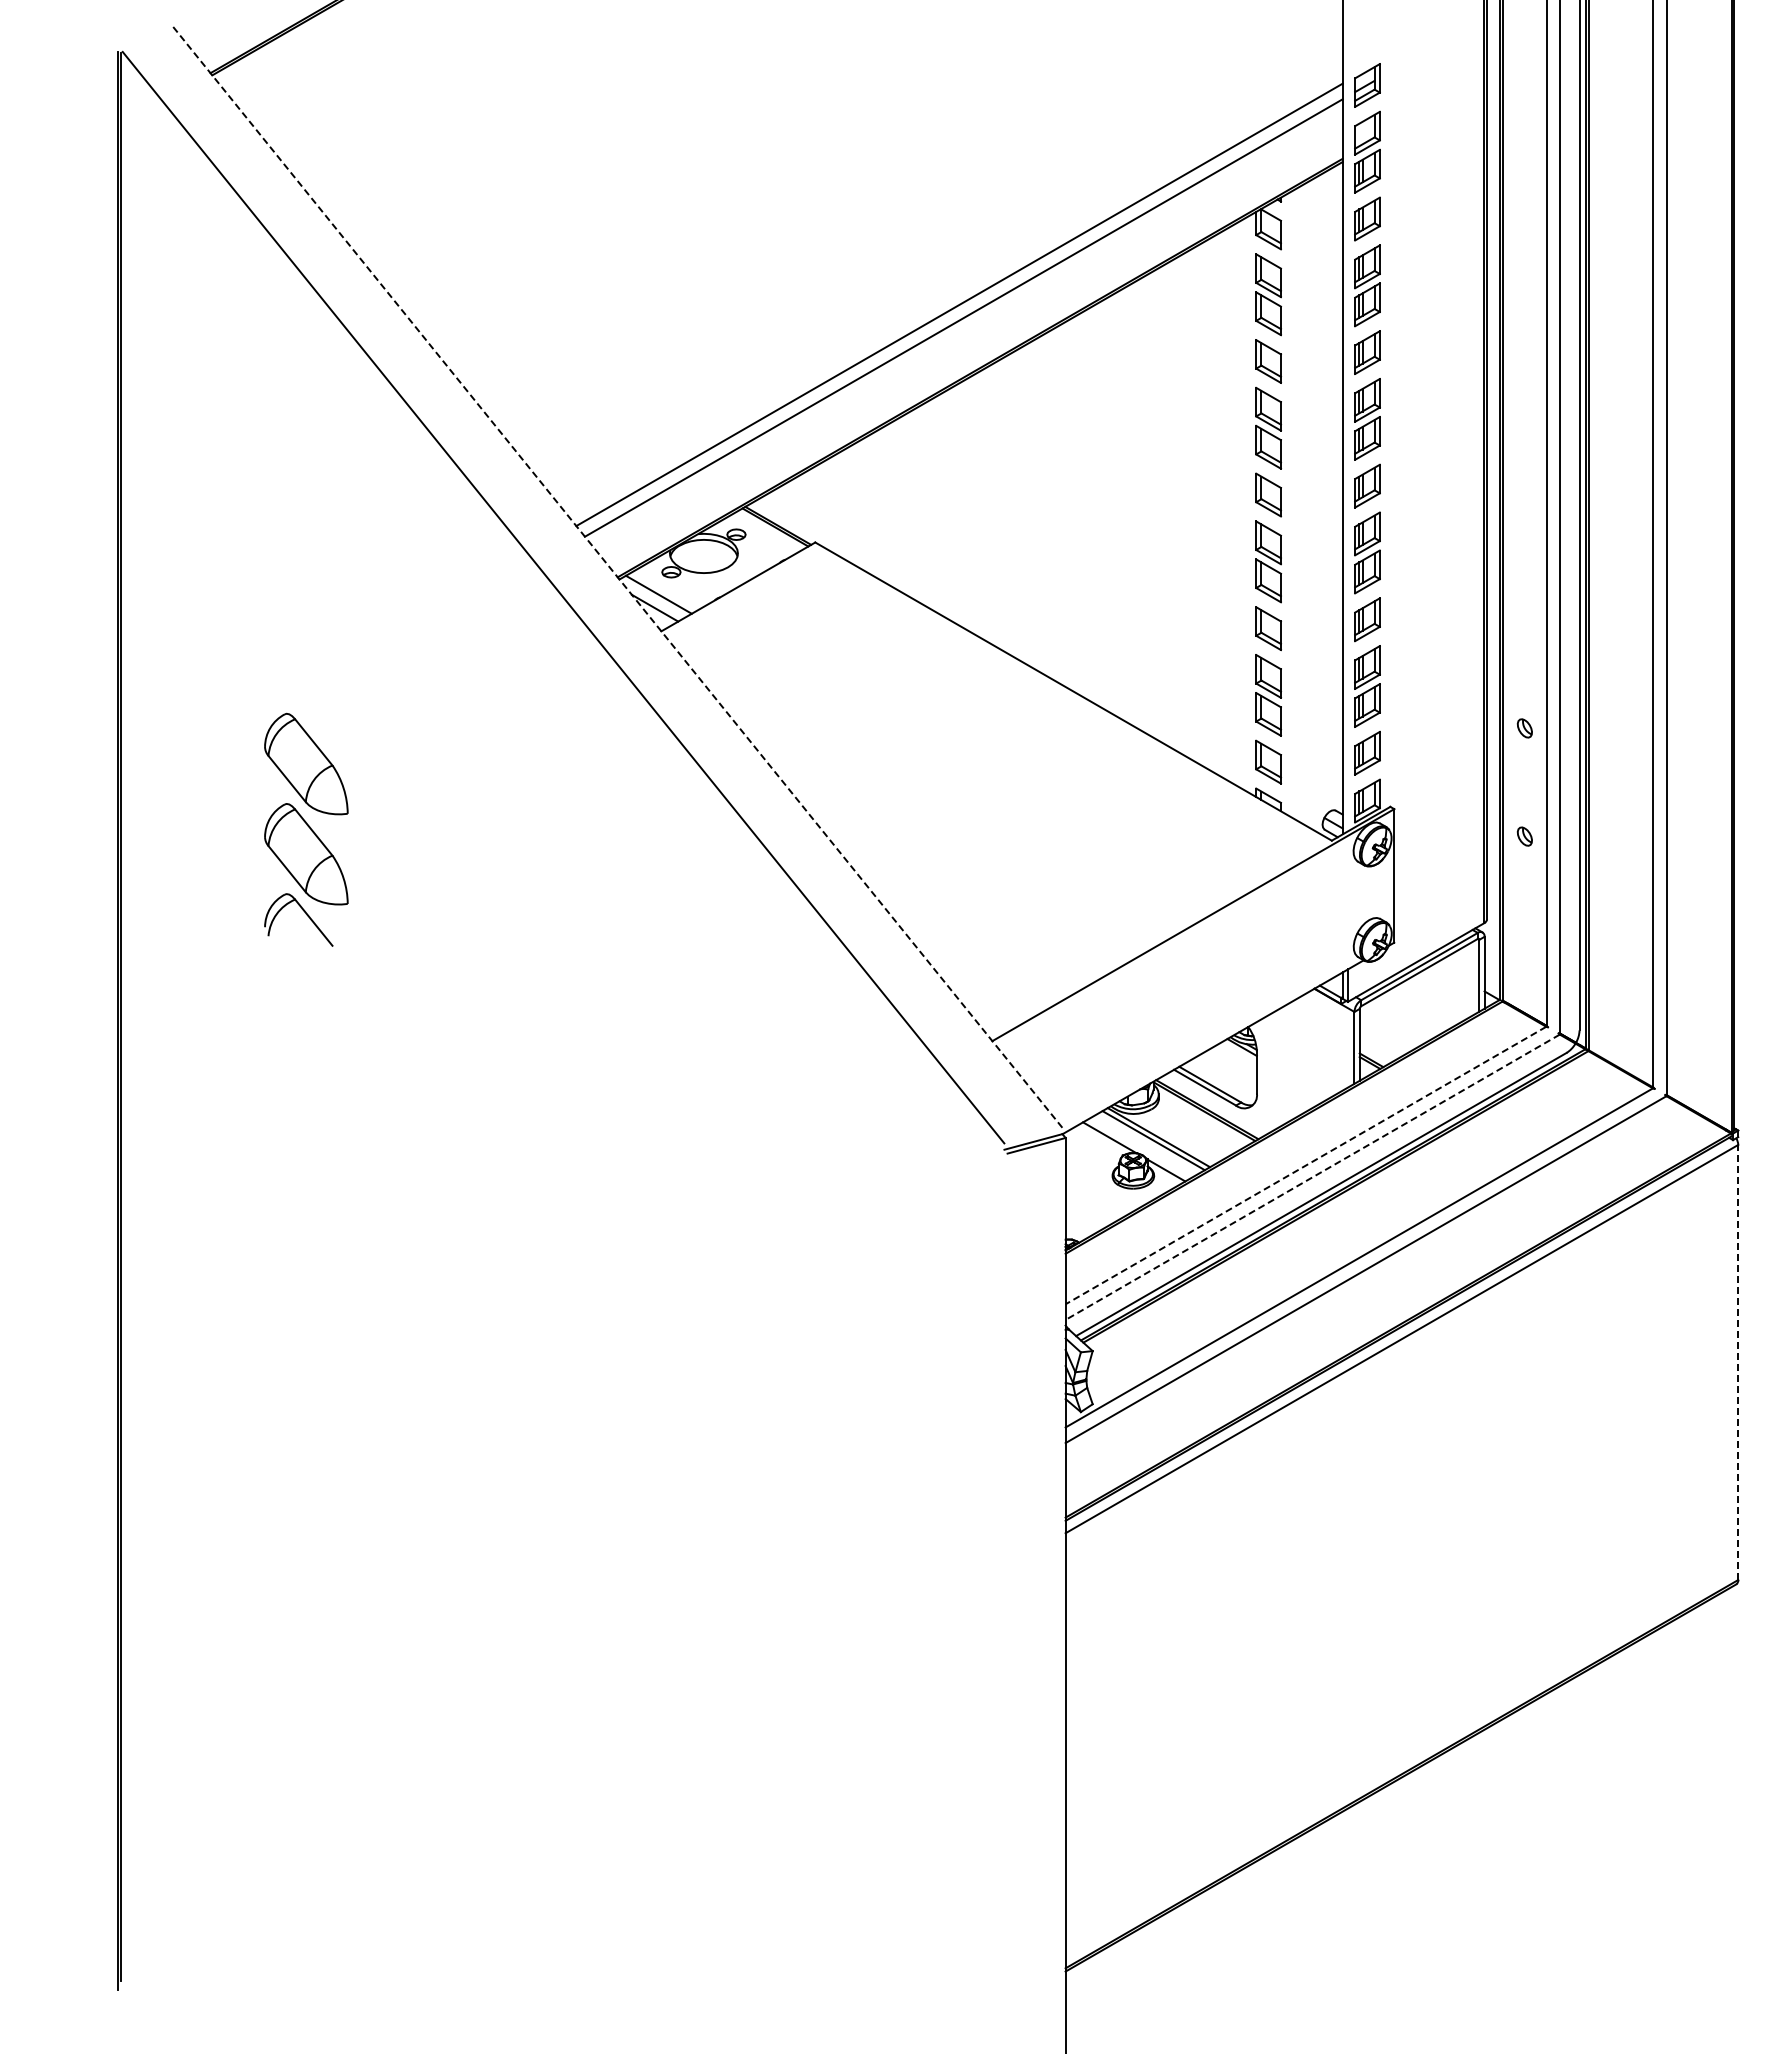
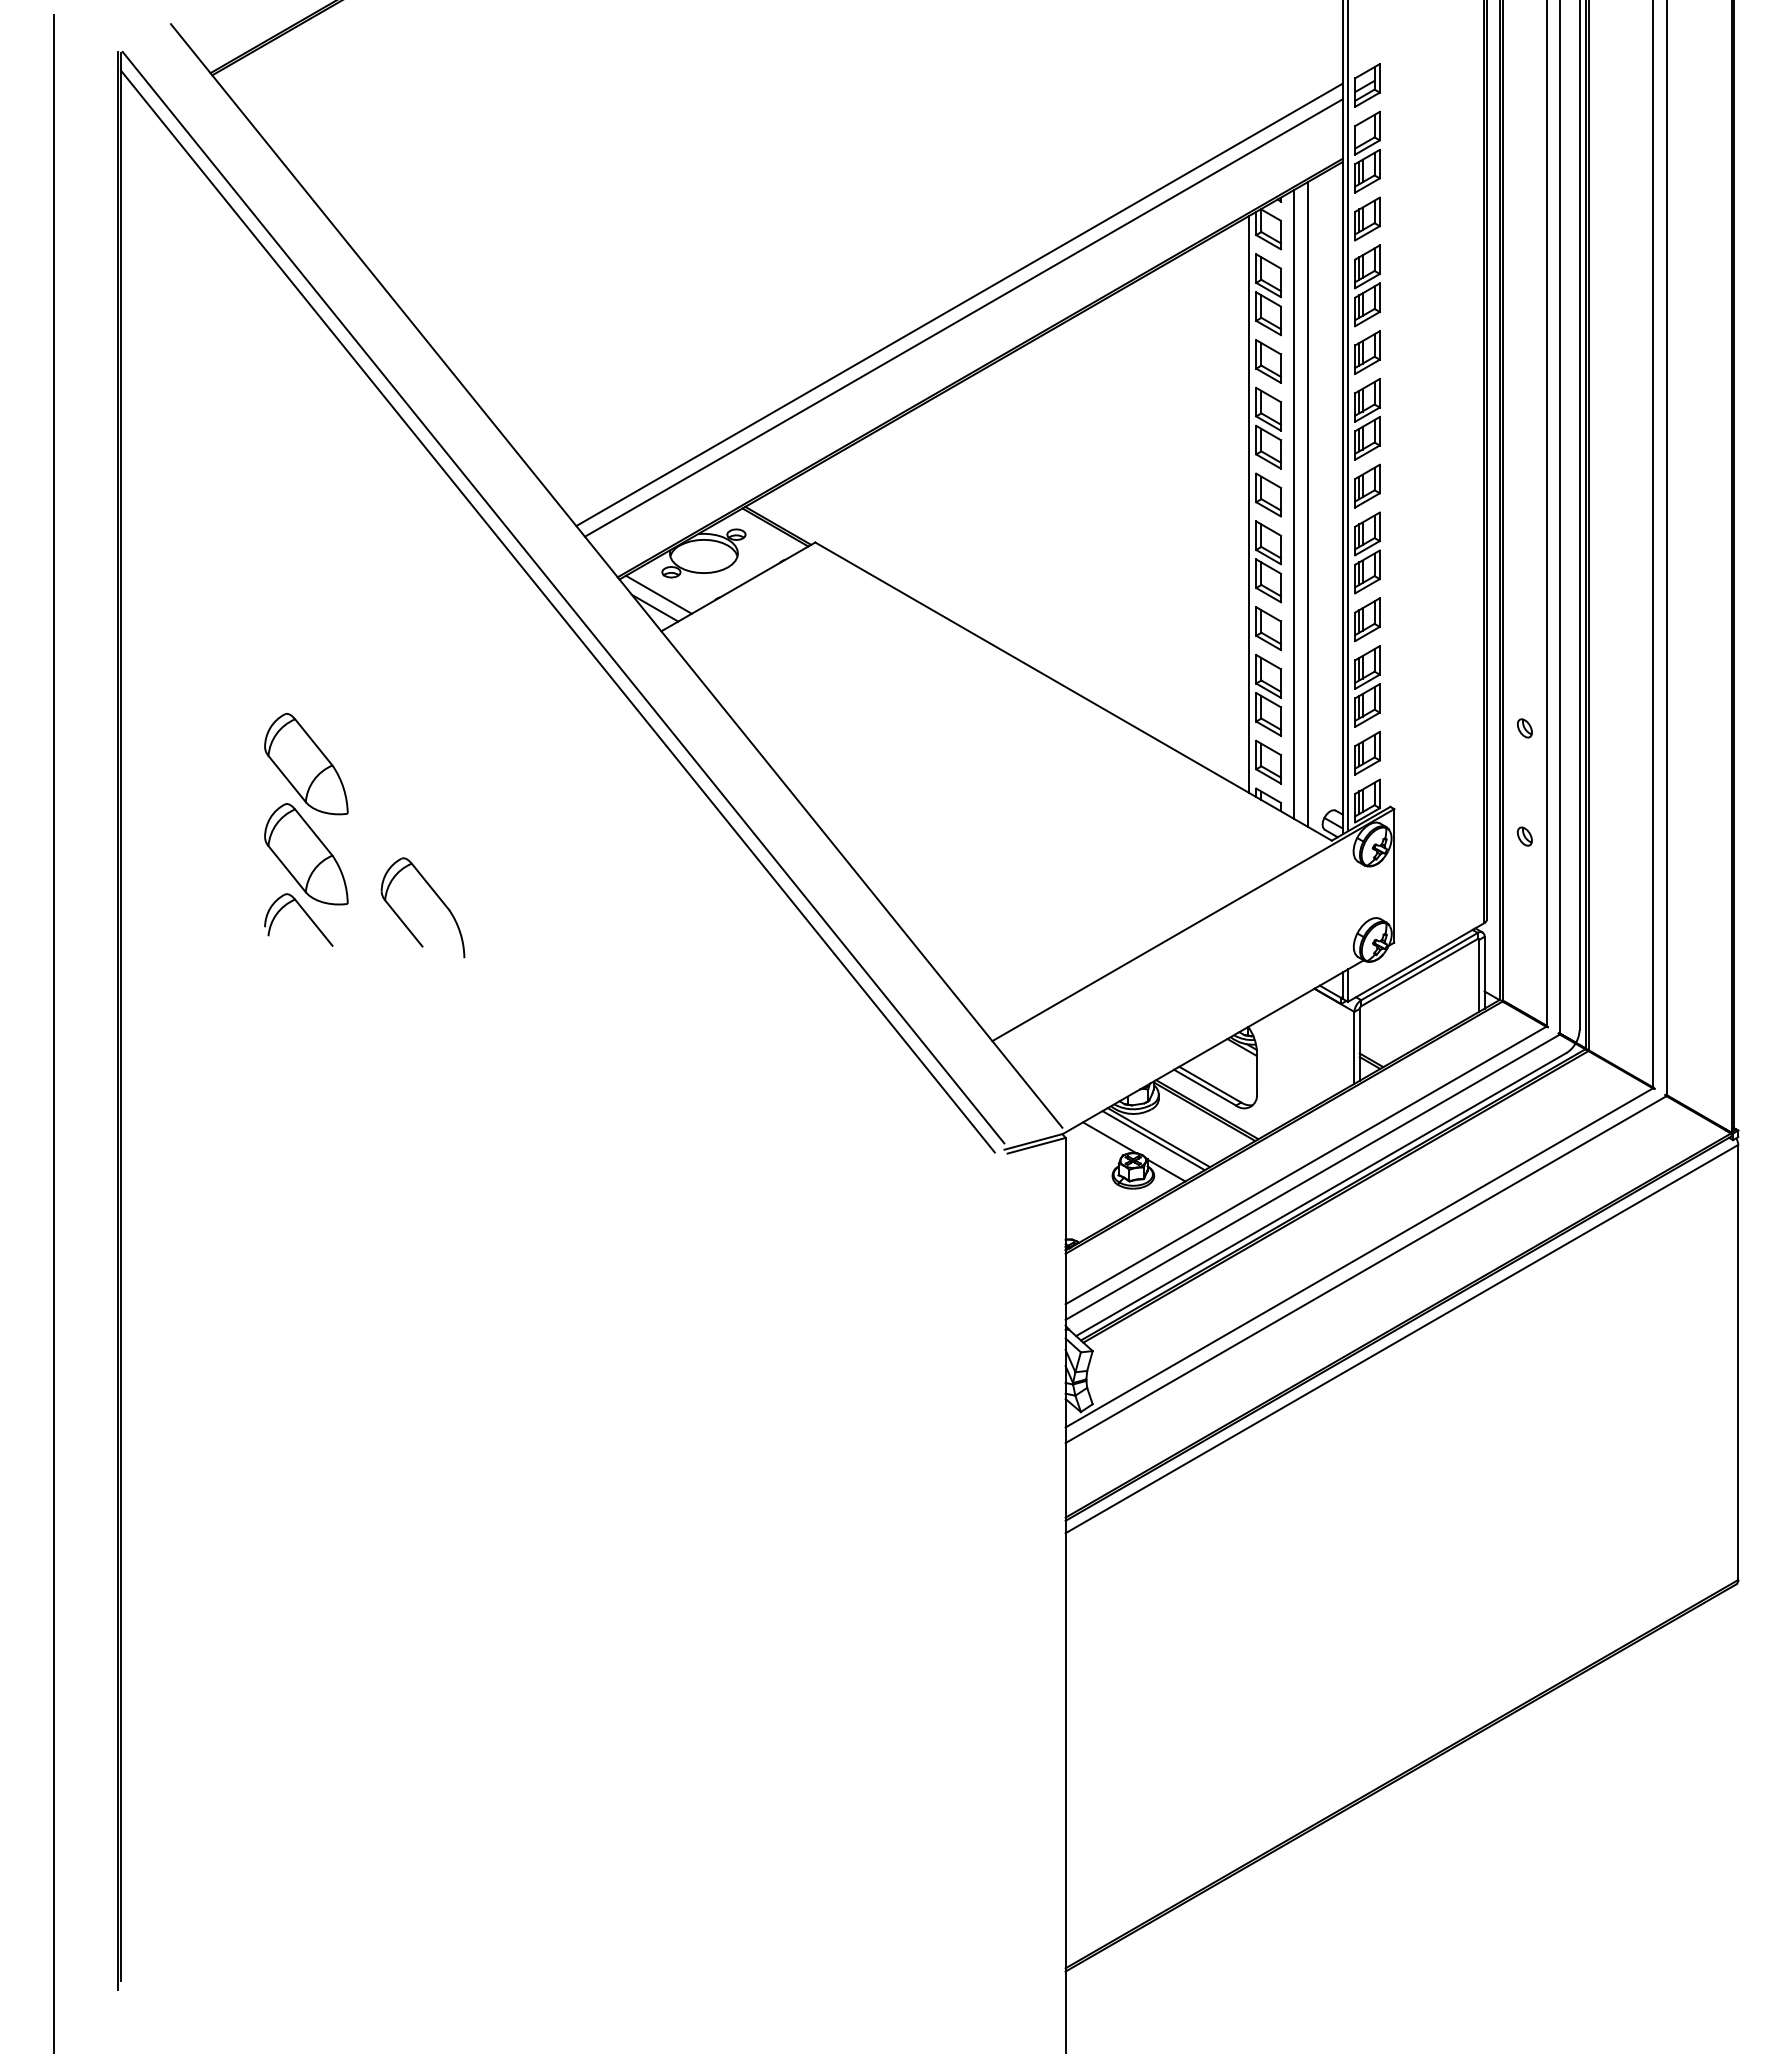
line at (1347, 416): none -> present
line at (1249, 504): none -> present
line at (1294, 504): none -> present
line at (1307, 504): none -> present
line at (616, 575): dashed -> solid
line at (557, 611): none -> present
part at (437, 897): none -> present
line at (53, 1032): none -> present
line at (1305, 1165): dashed -> solid
line at (1312, 1177): dashed -> solid
line at (1738, 1362): dashed -> solid
